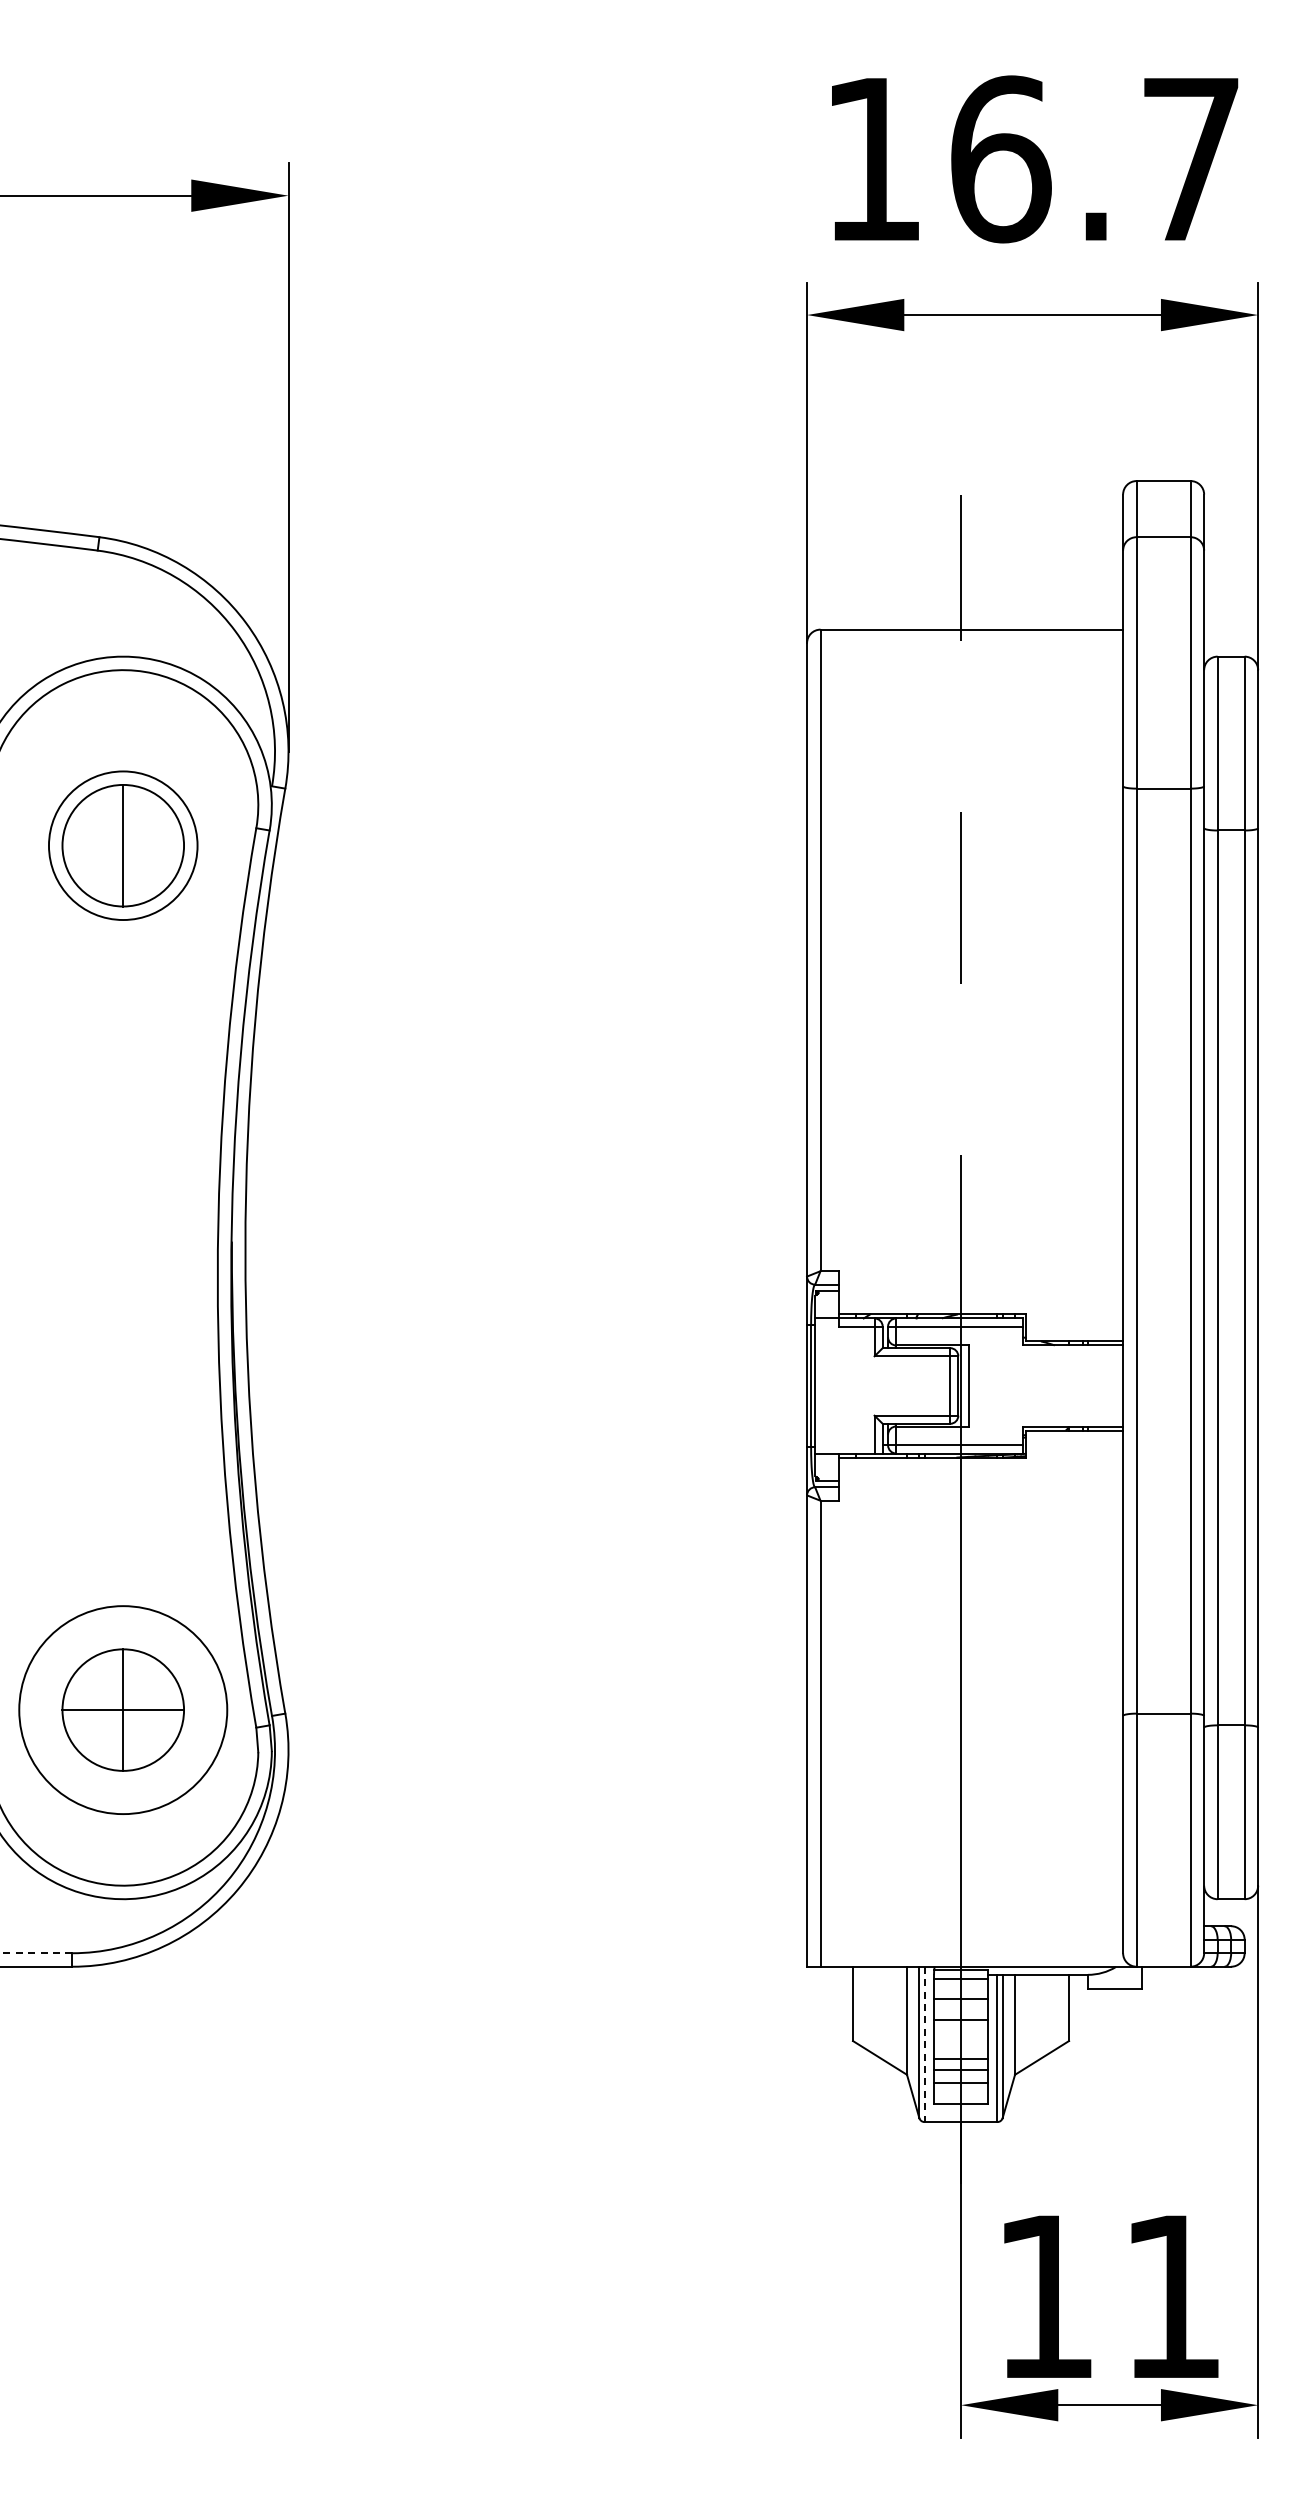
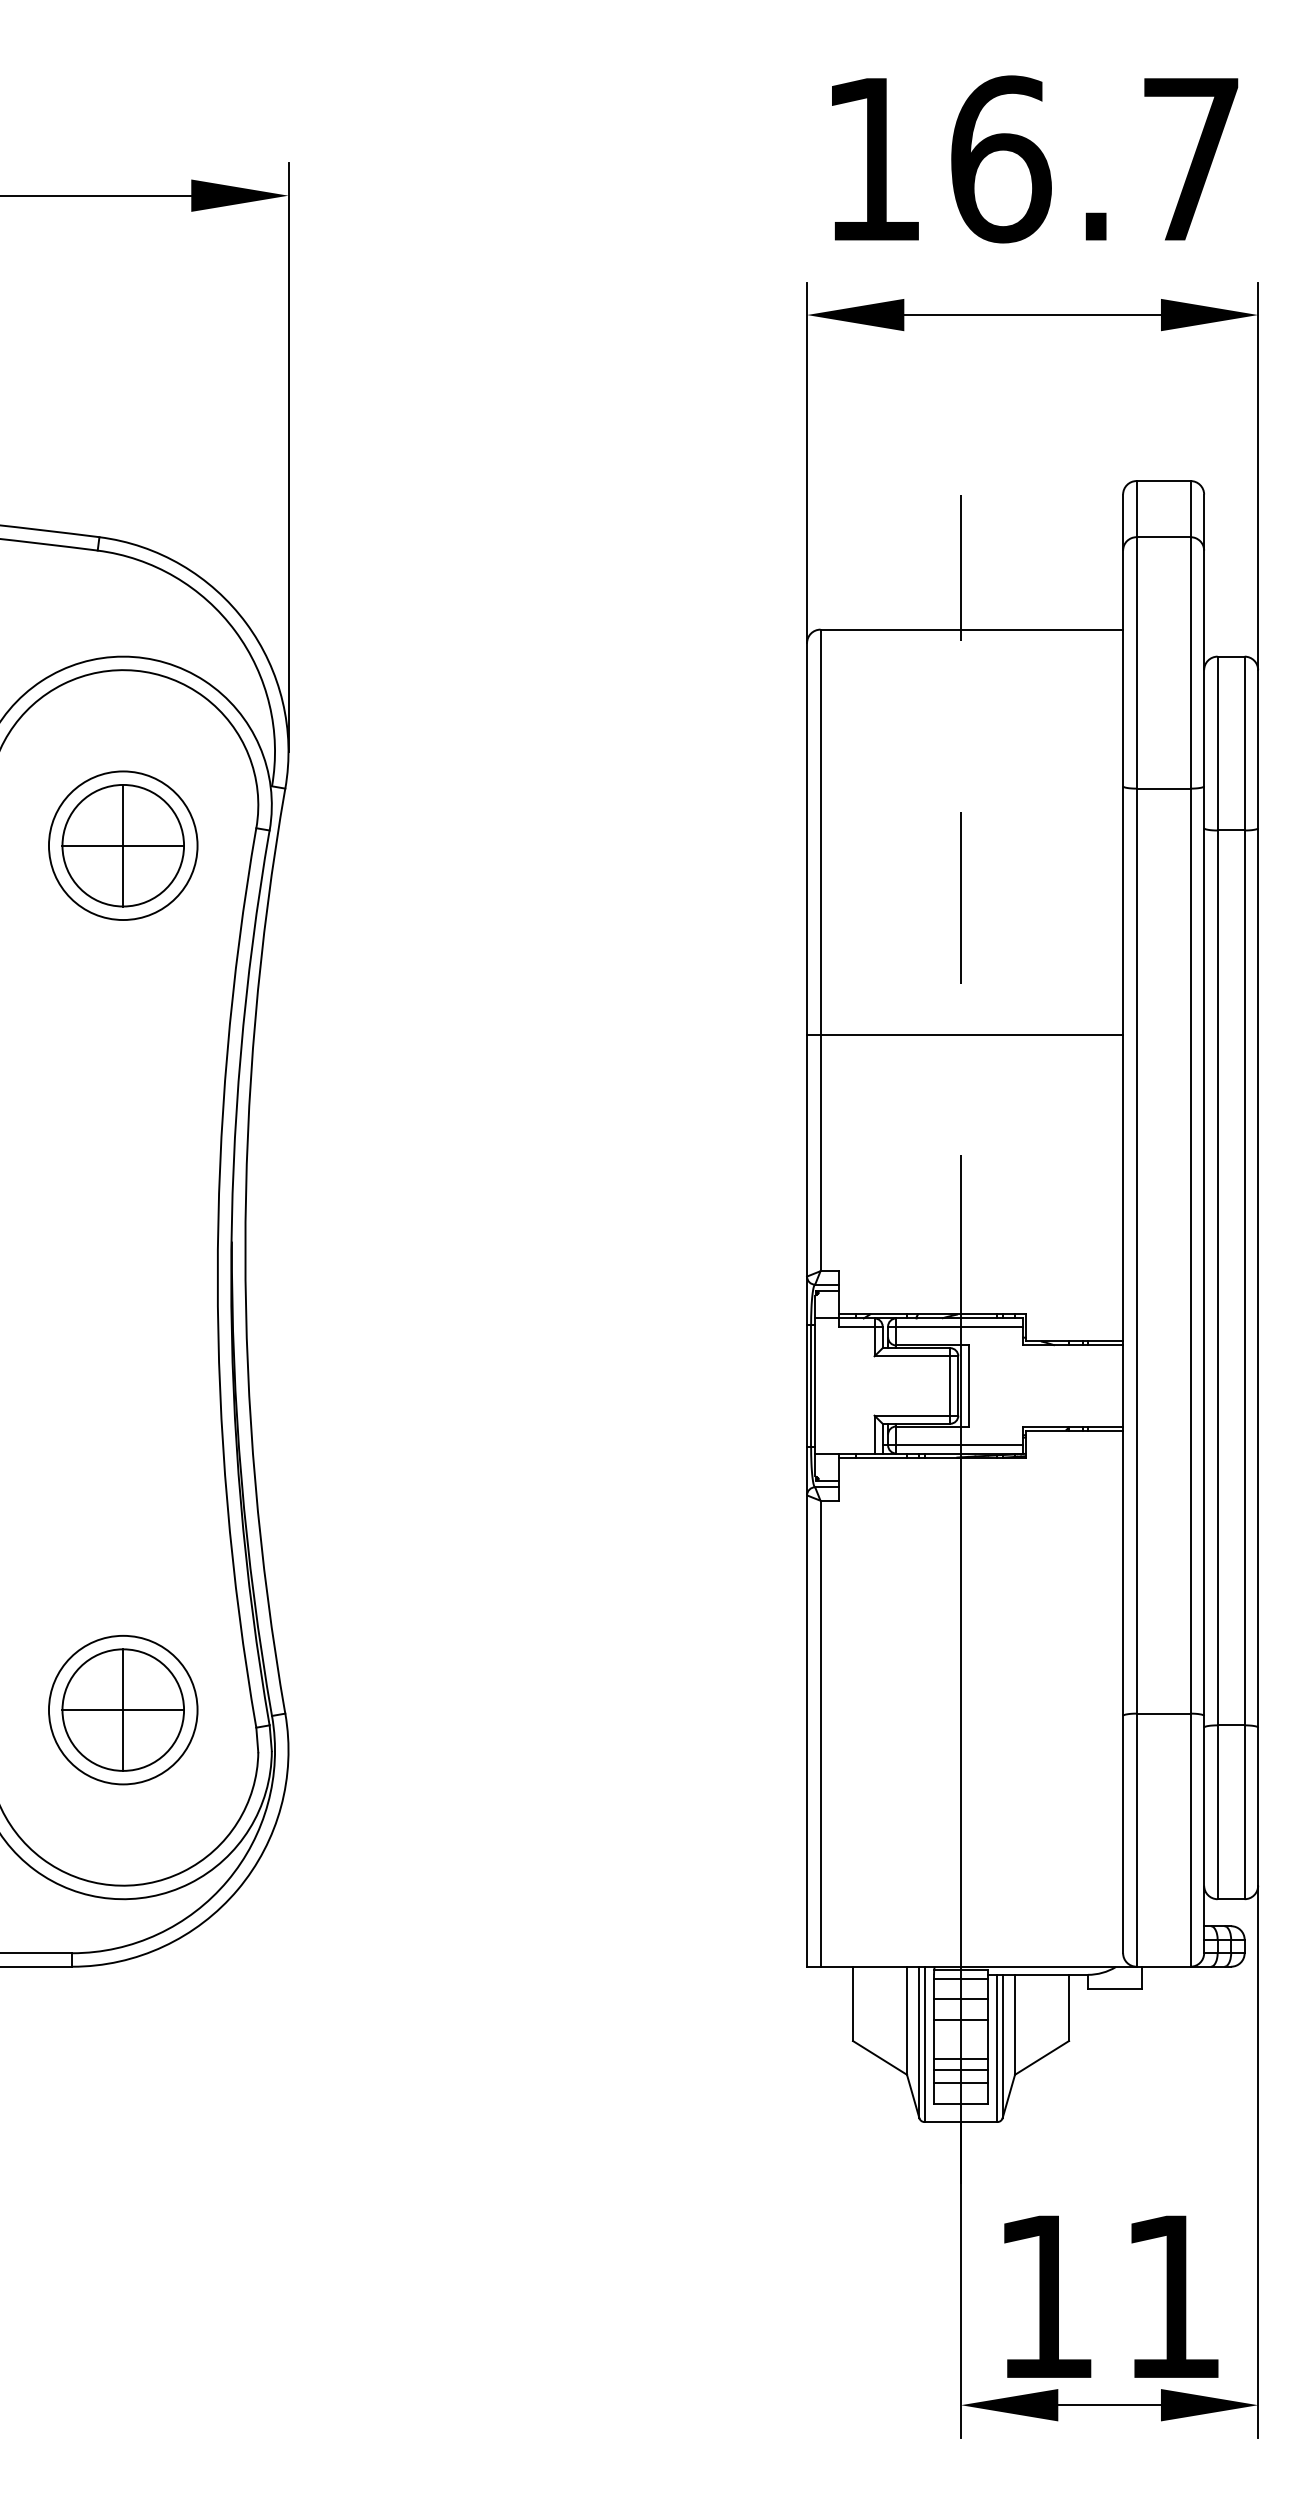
line at (123, 845): none -> present
line at (965, 1034): none -> present
circle at (123, 1710) diameter: 208 px -> 149 px
line at (36, 1953): dashed -> solid
line at (924, 2044): dashed -> solid
